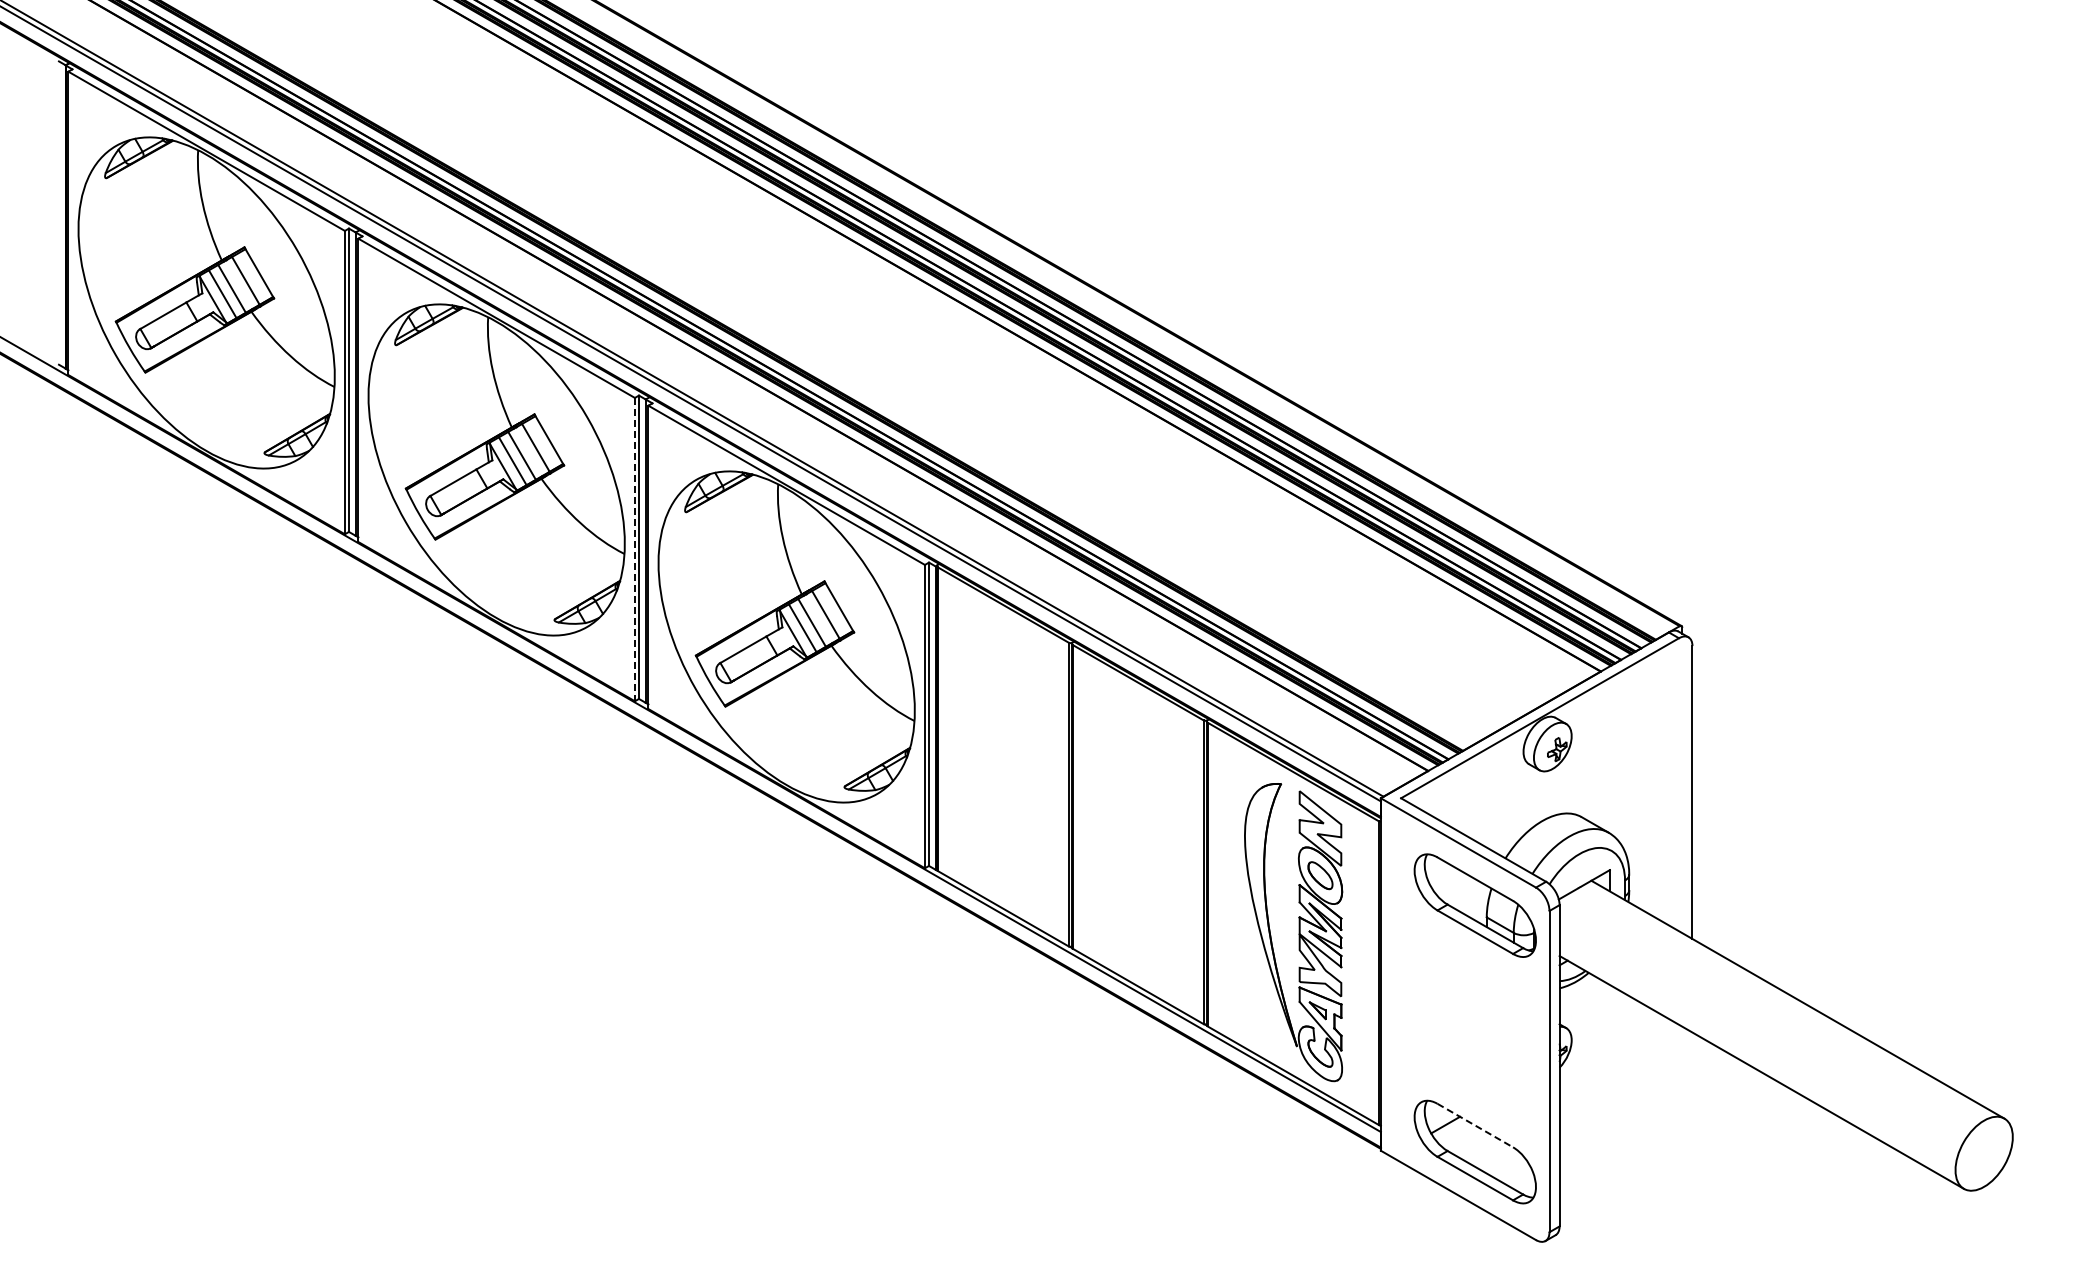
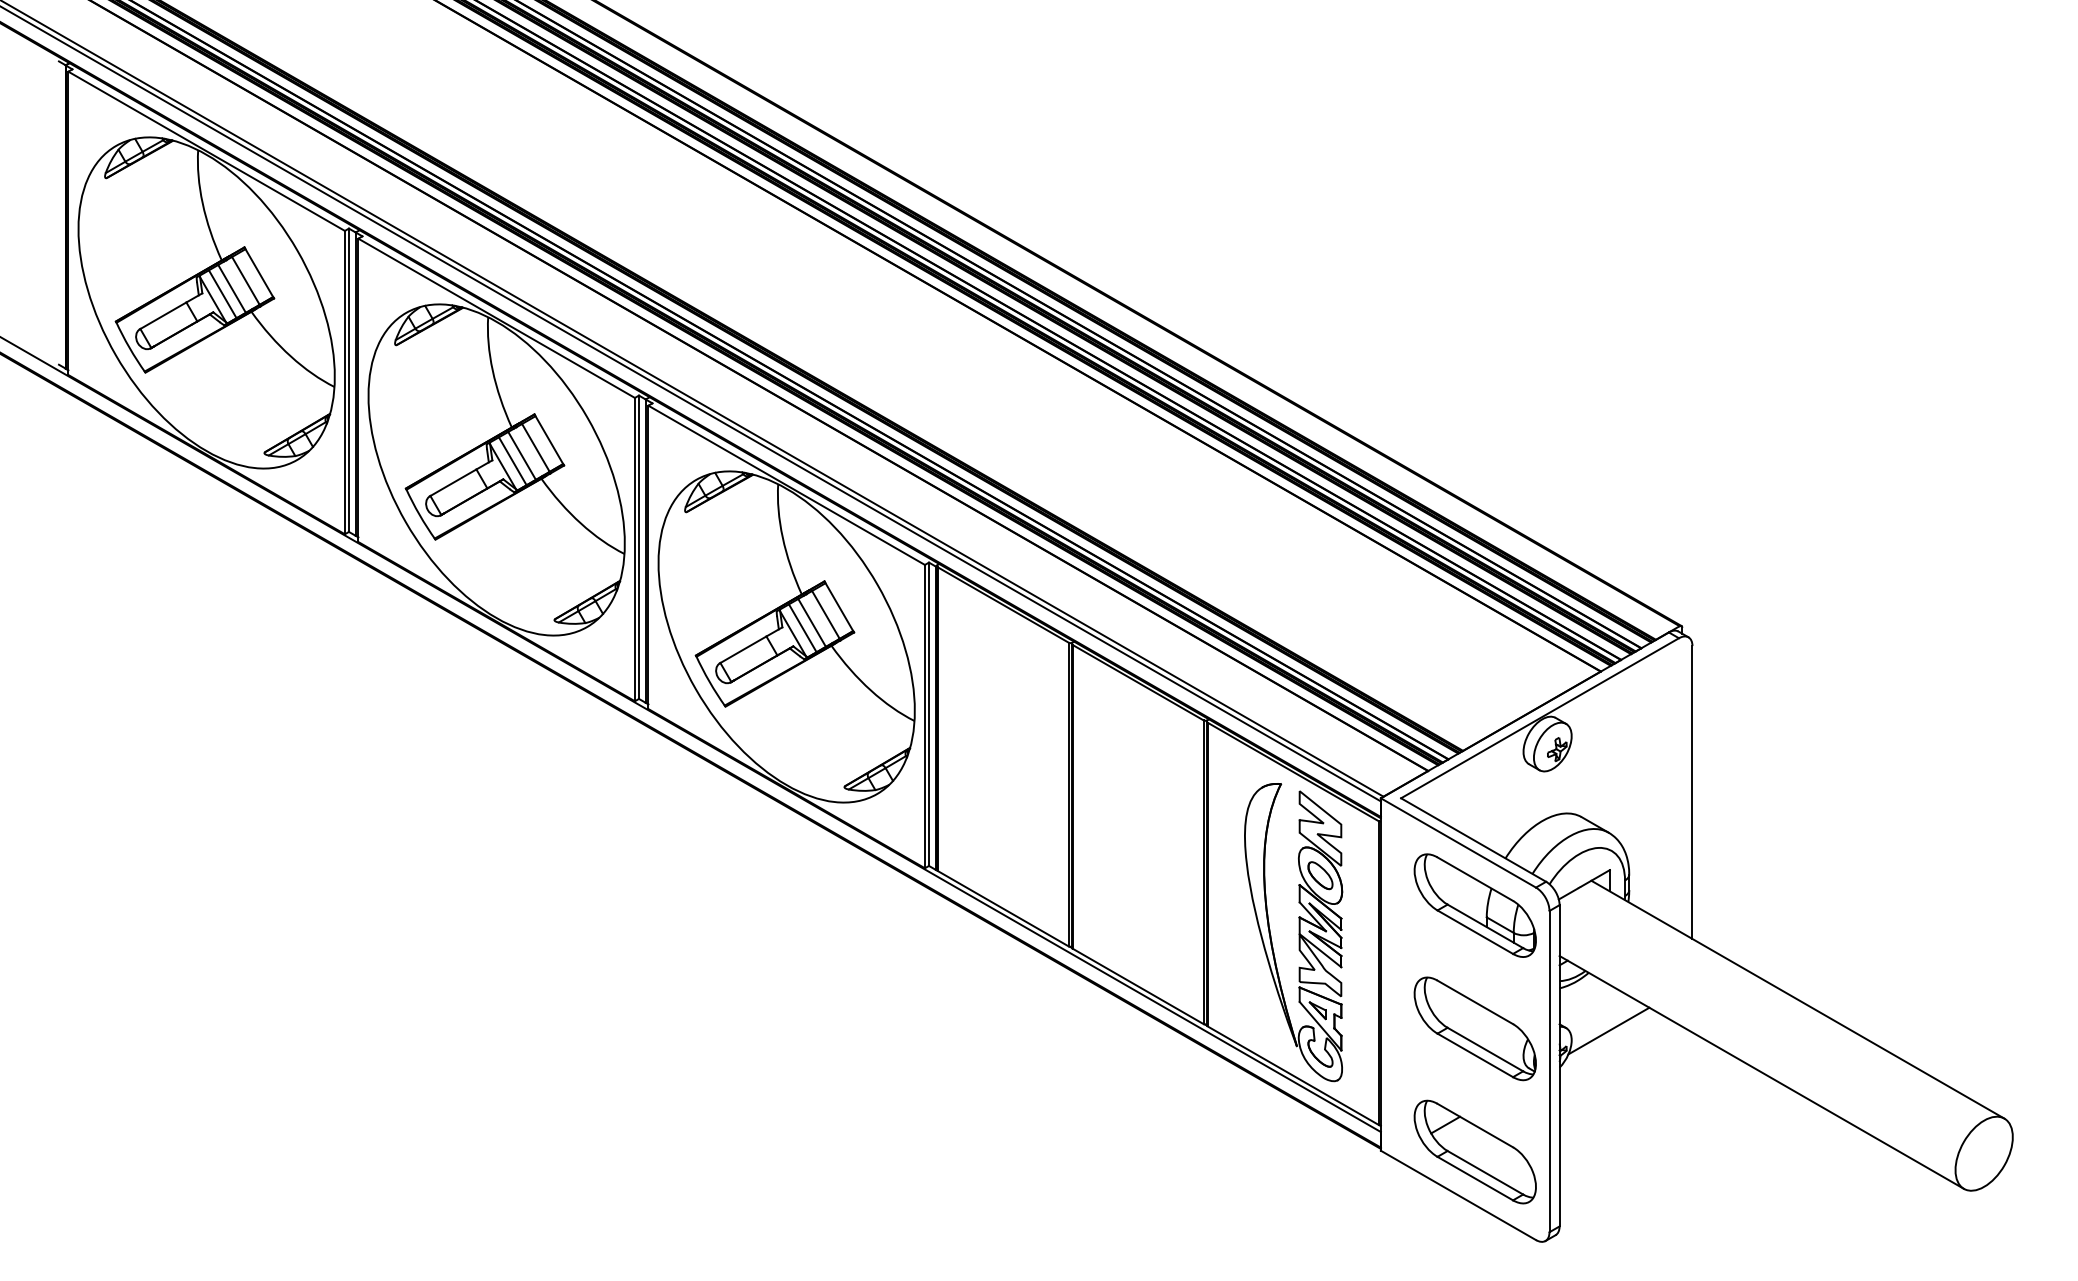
line at (634, 549): dashed -> solid
part at (1474, 1028): none -> present
line at (1608, 1030): none -> present
line at (1475, 1125): dashed -> solid
